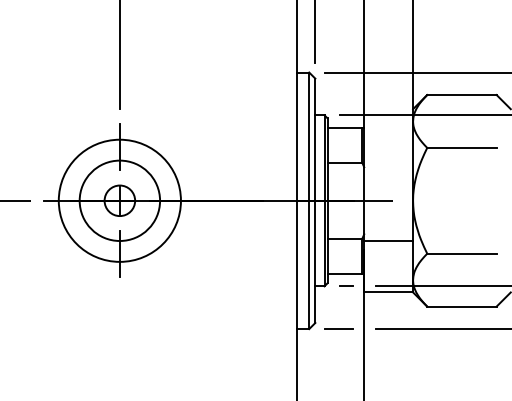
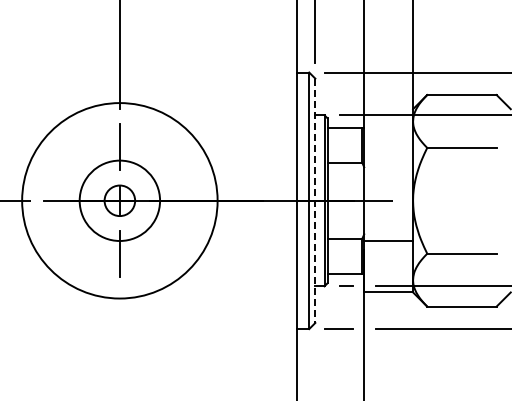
circle at (119, 200) diameter: 122 px -> 195 px
line at (315, 201): solid -> dashed
